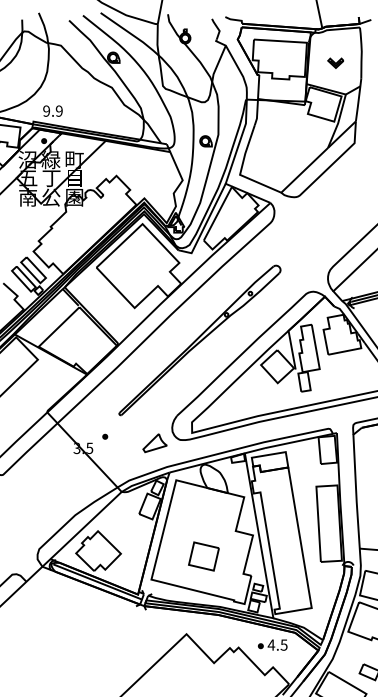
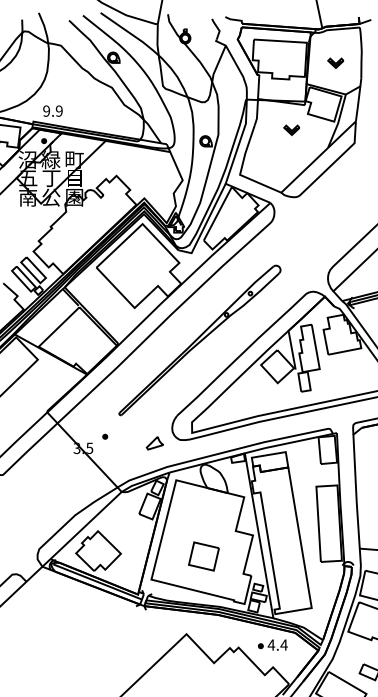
part at (291, 129): none -> present
part at (154, 443) size: 26x21 px -> 19x15 px
text at (283, 644): 4.5 -> 4.4
